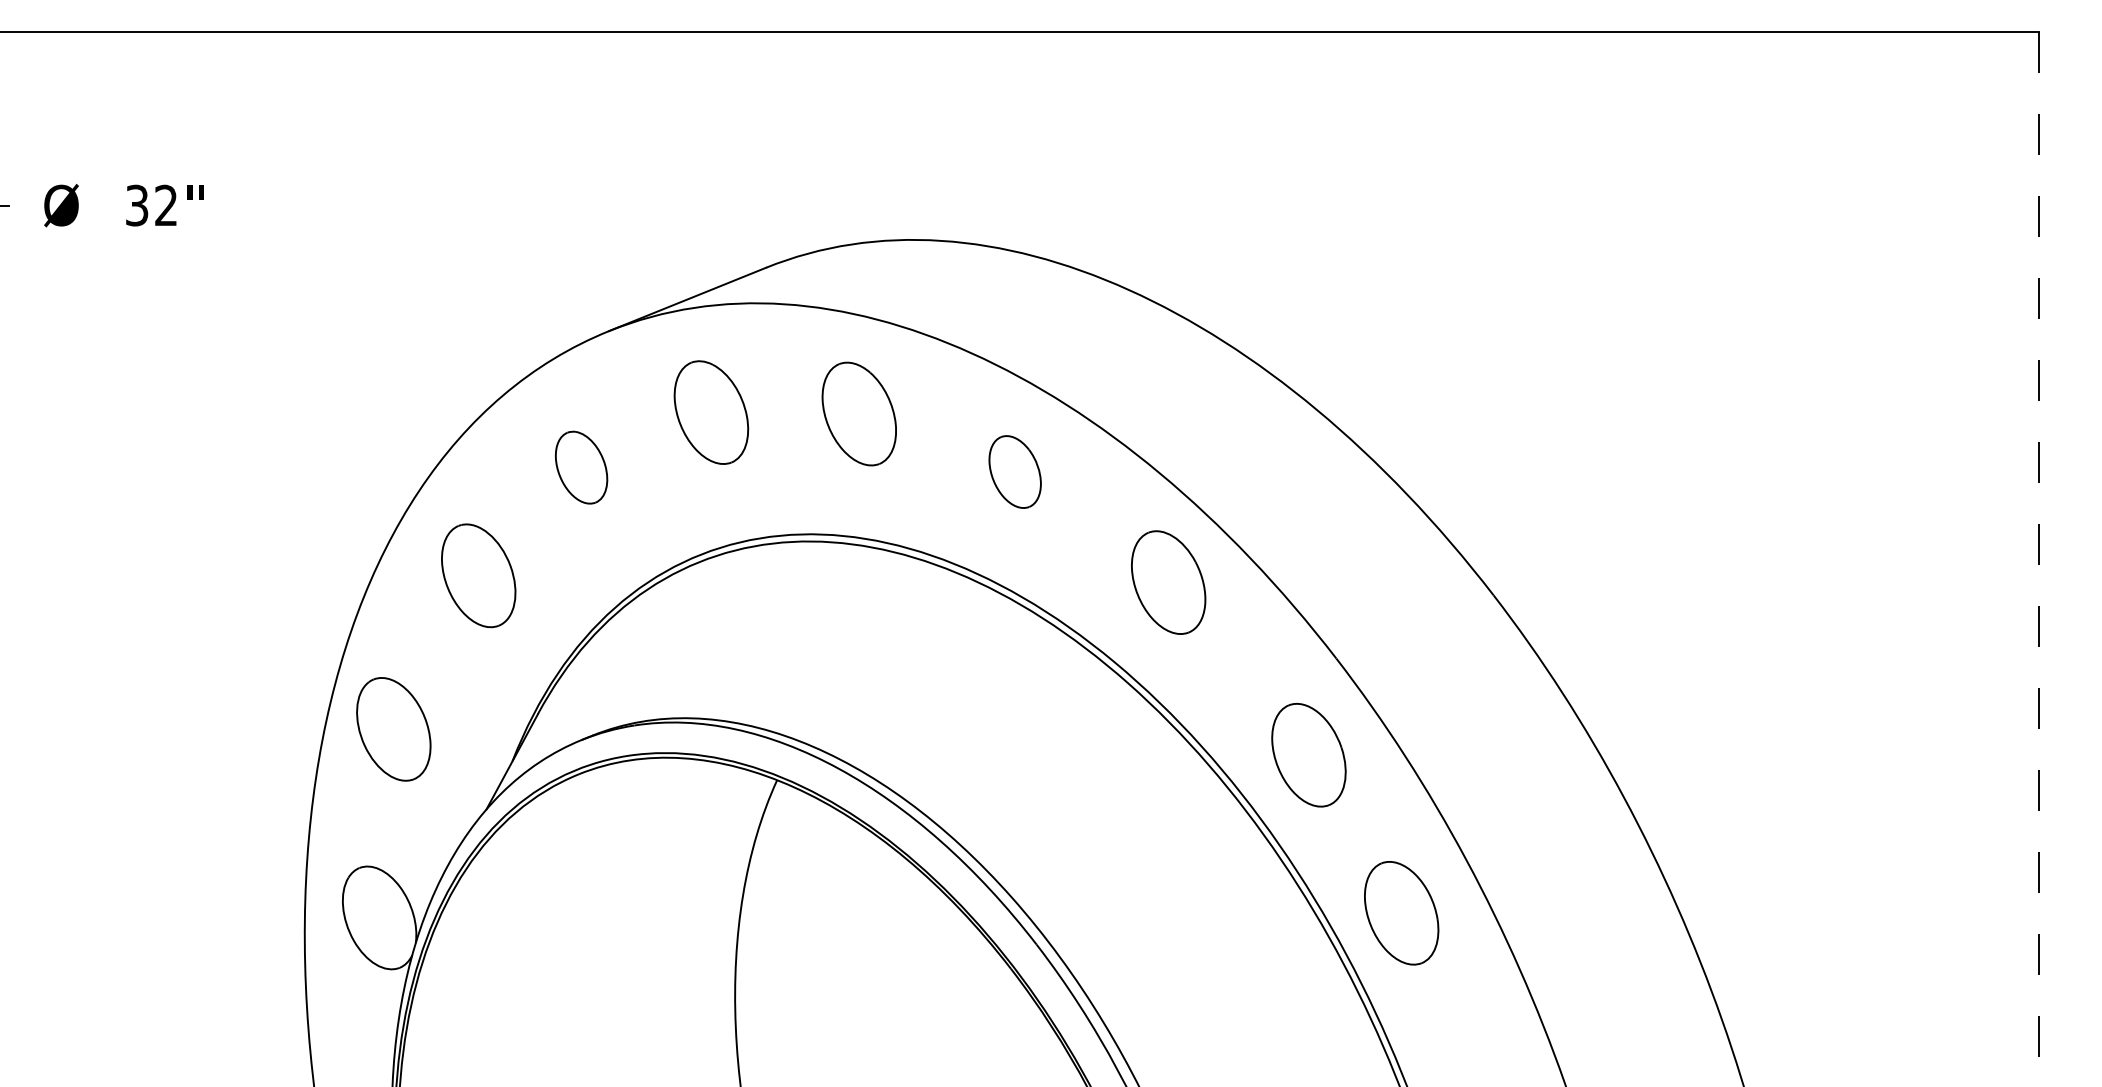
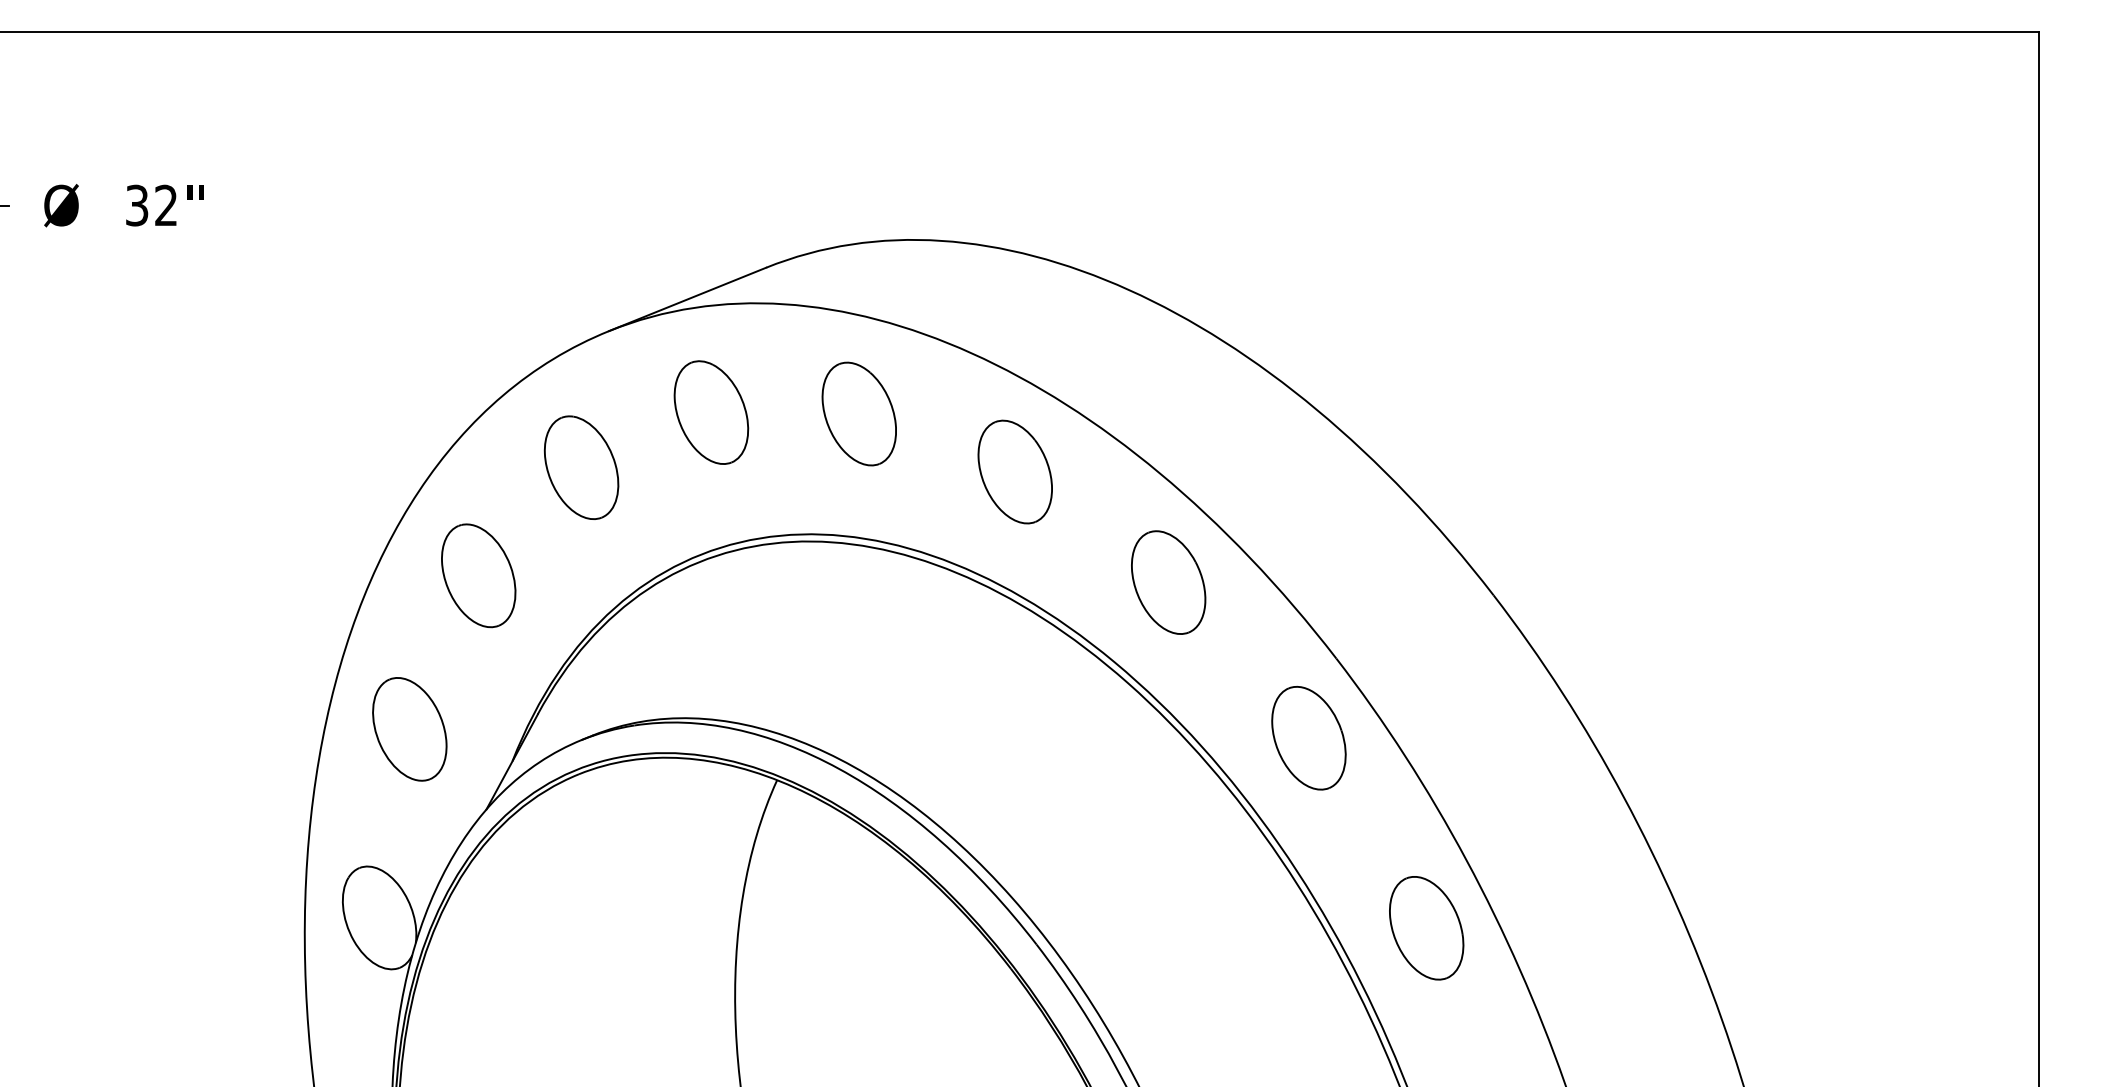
part at (581, 467) size: 55x75 px -> 77x105 px
part at (1014, 471) size: 54x74 px -> 76x106 px
line at (2038, 559): dashed -> solid
part at (393, 729) position: (393, 729) -> (409, 729)
part at (1308, 755) position: (1308, 755) -> (1308, 738)
part at (1401, 913) position: (1401, 913) -> (1426, 928)
